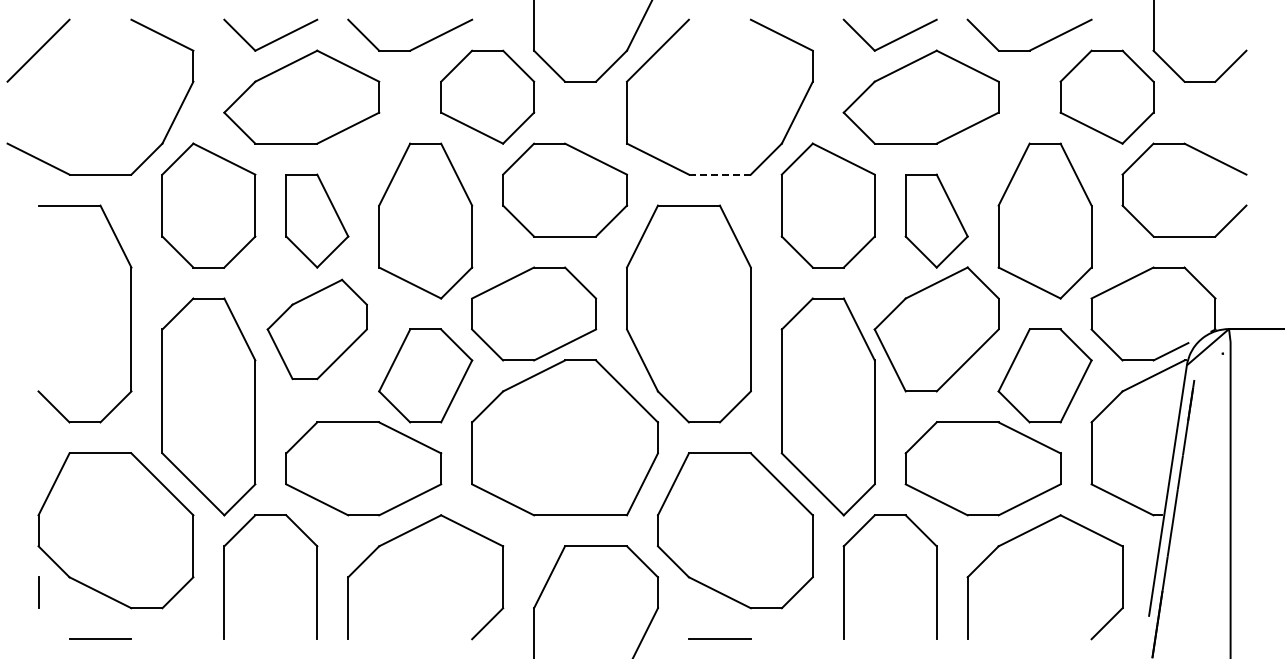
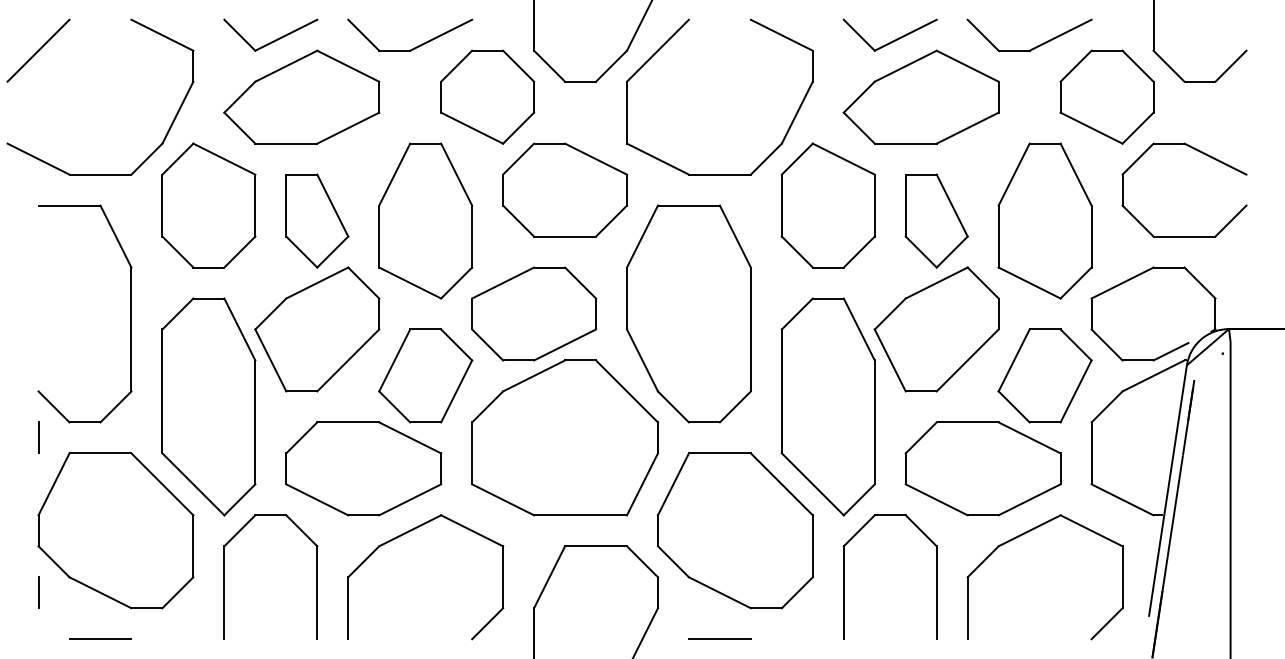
line at (719, 174): dashed -> solid
part at (316, 329) size: 102x103 px -> 127x127 px
line at (38, 437): none -> present
